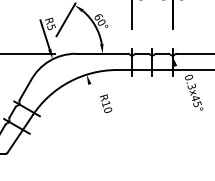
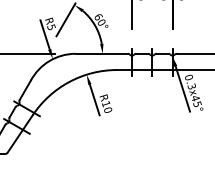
line at (182, 88): none -> present
line at (94, 99): none -> present
